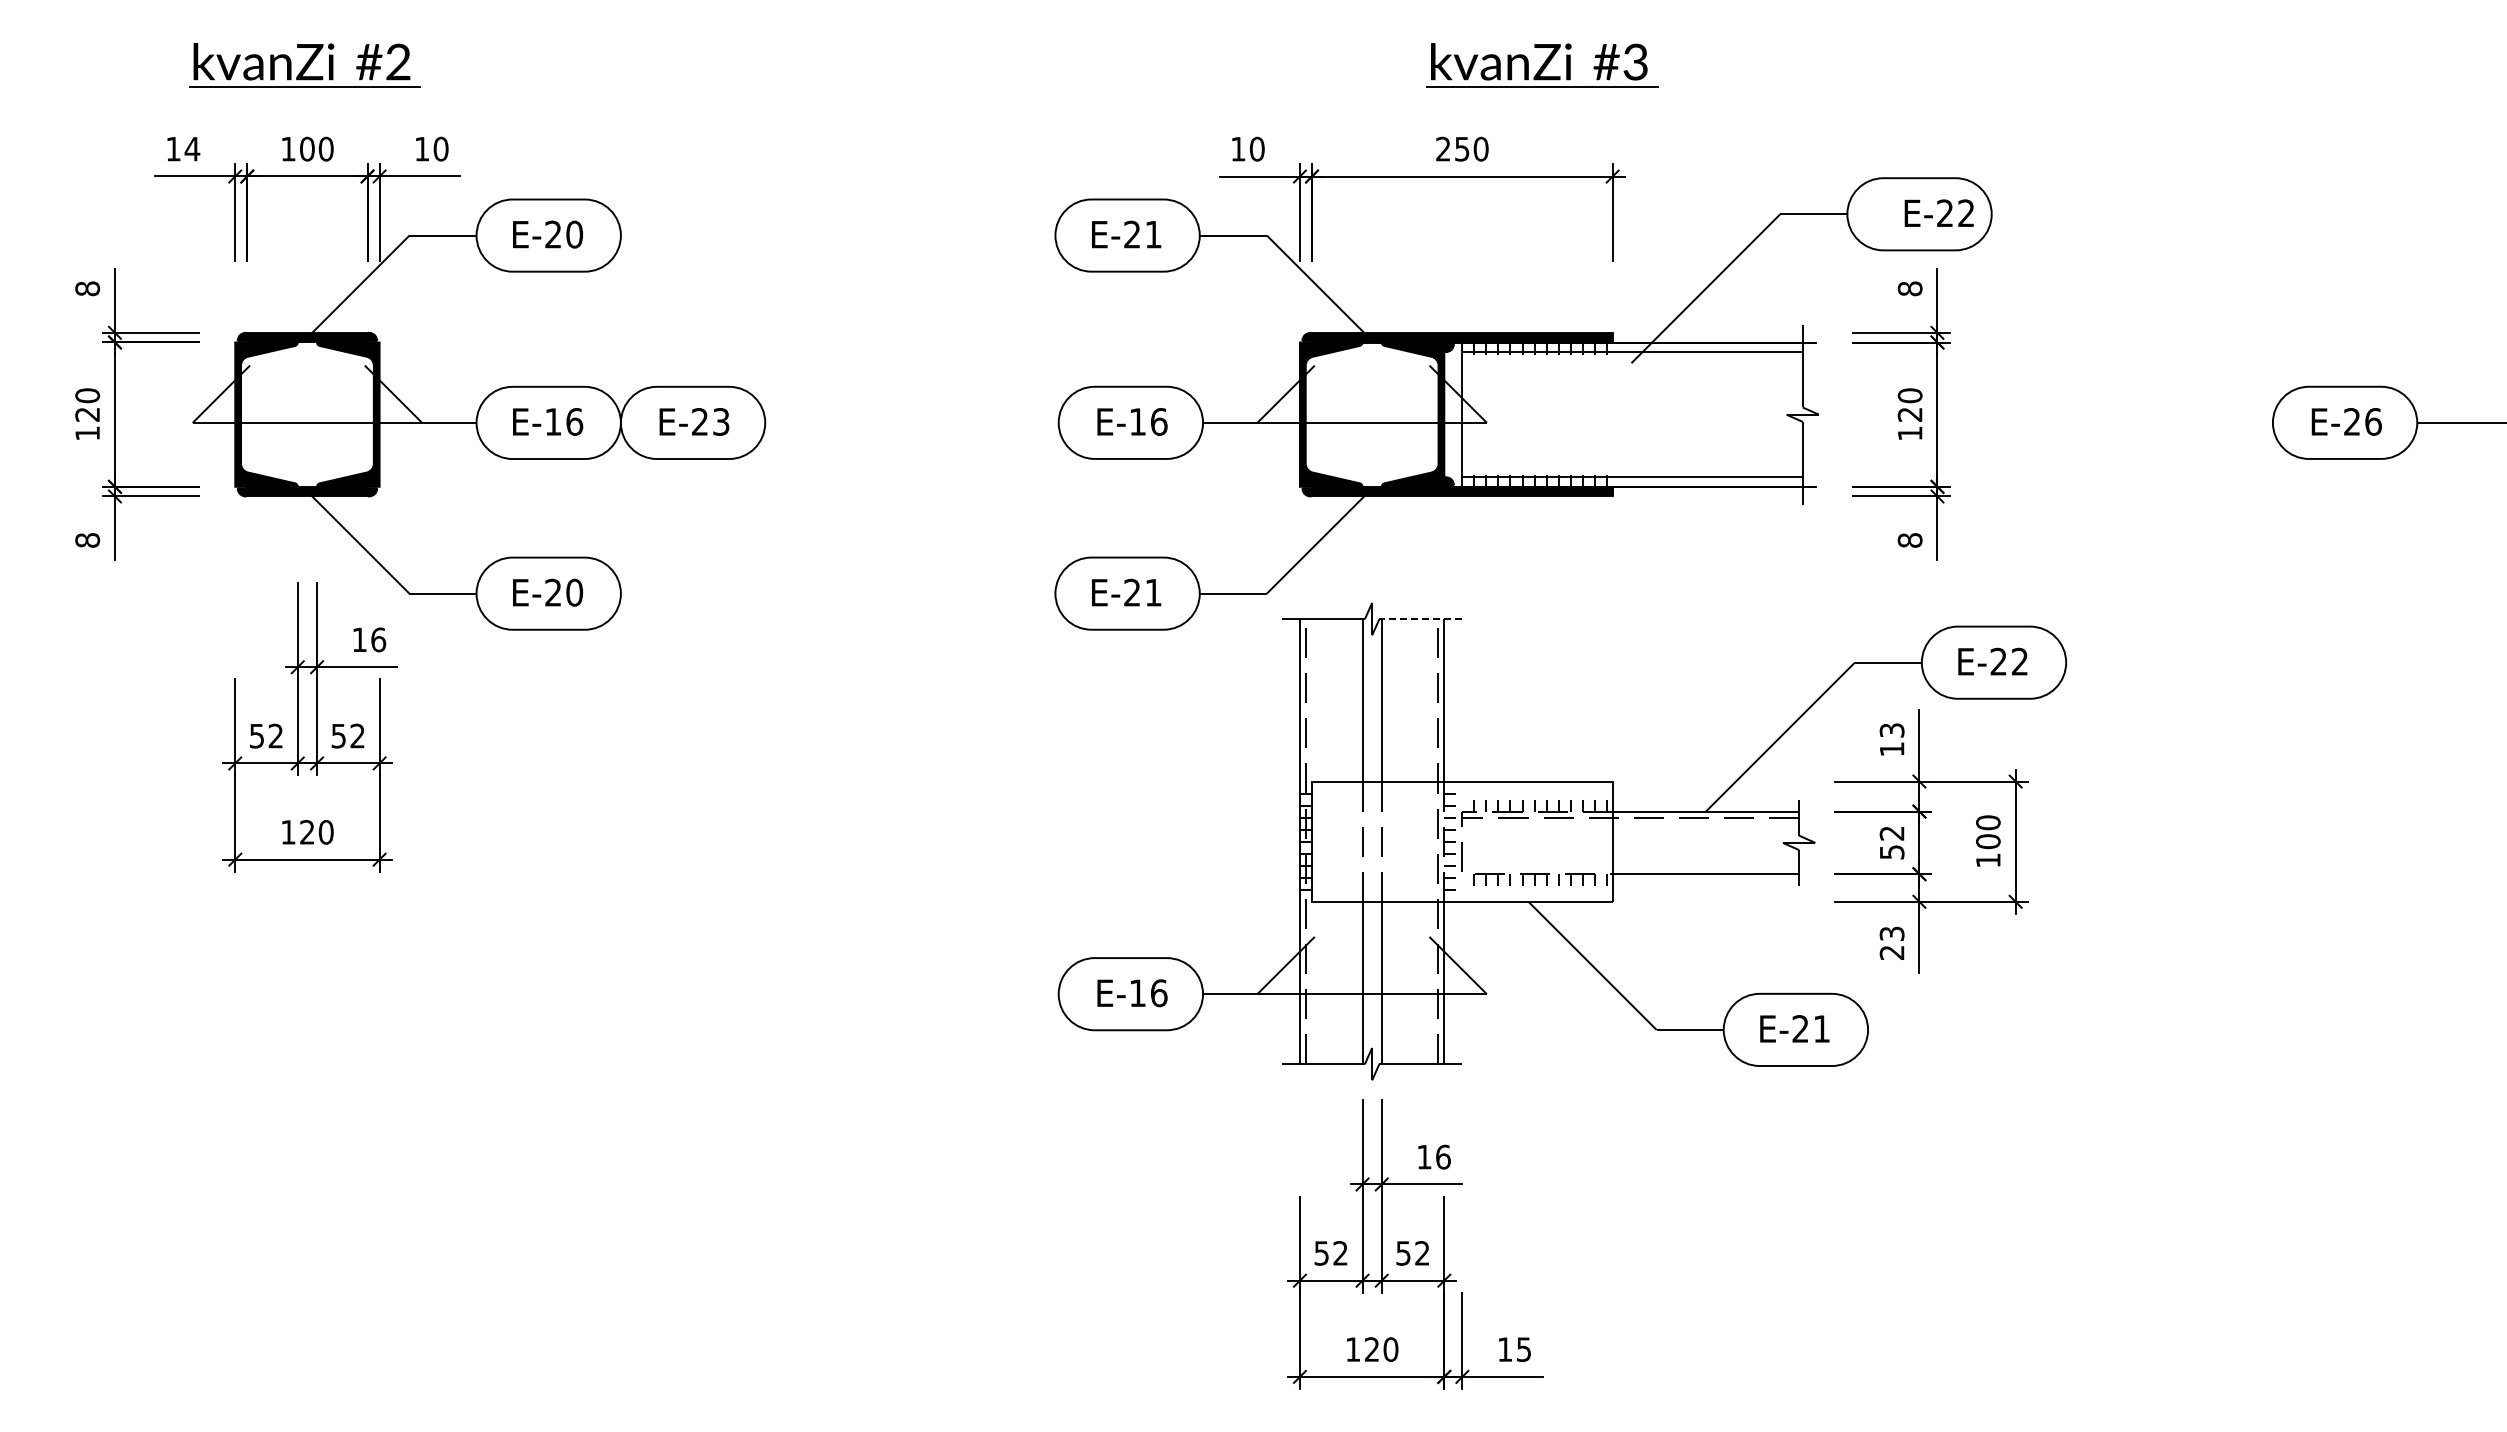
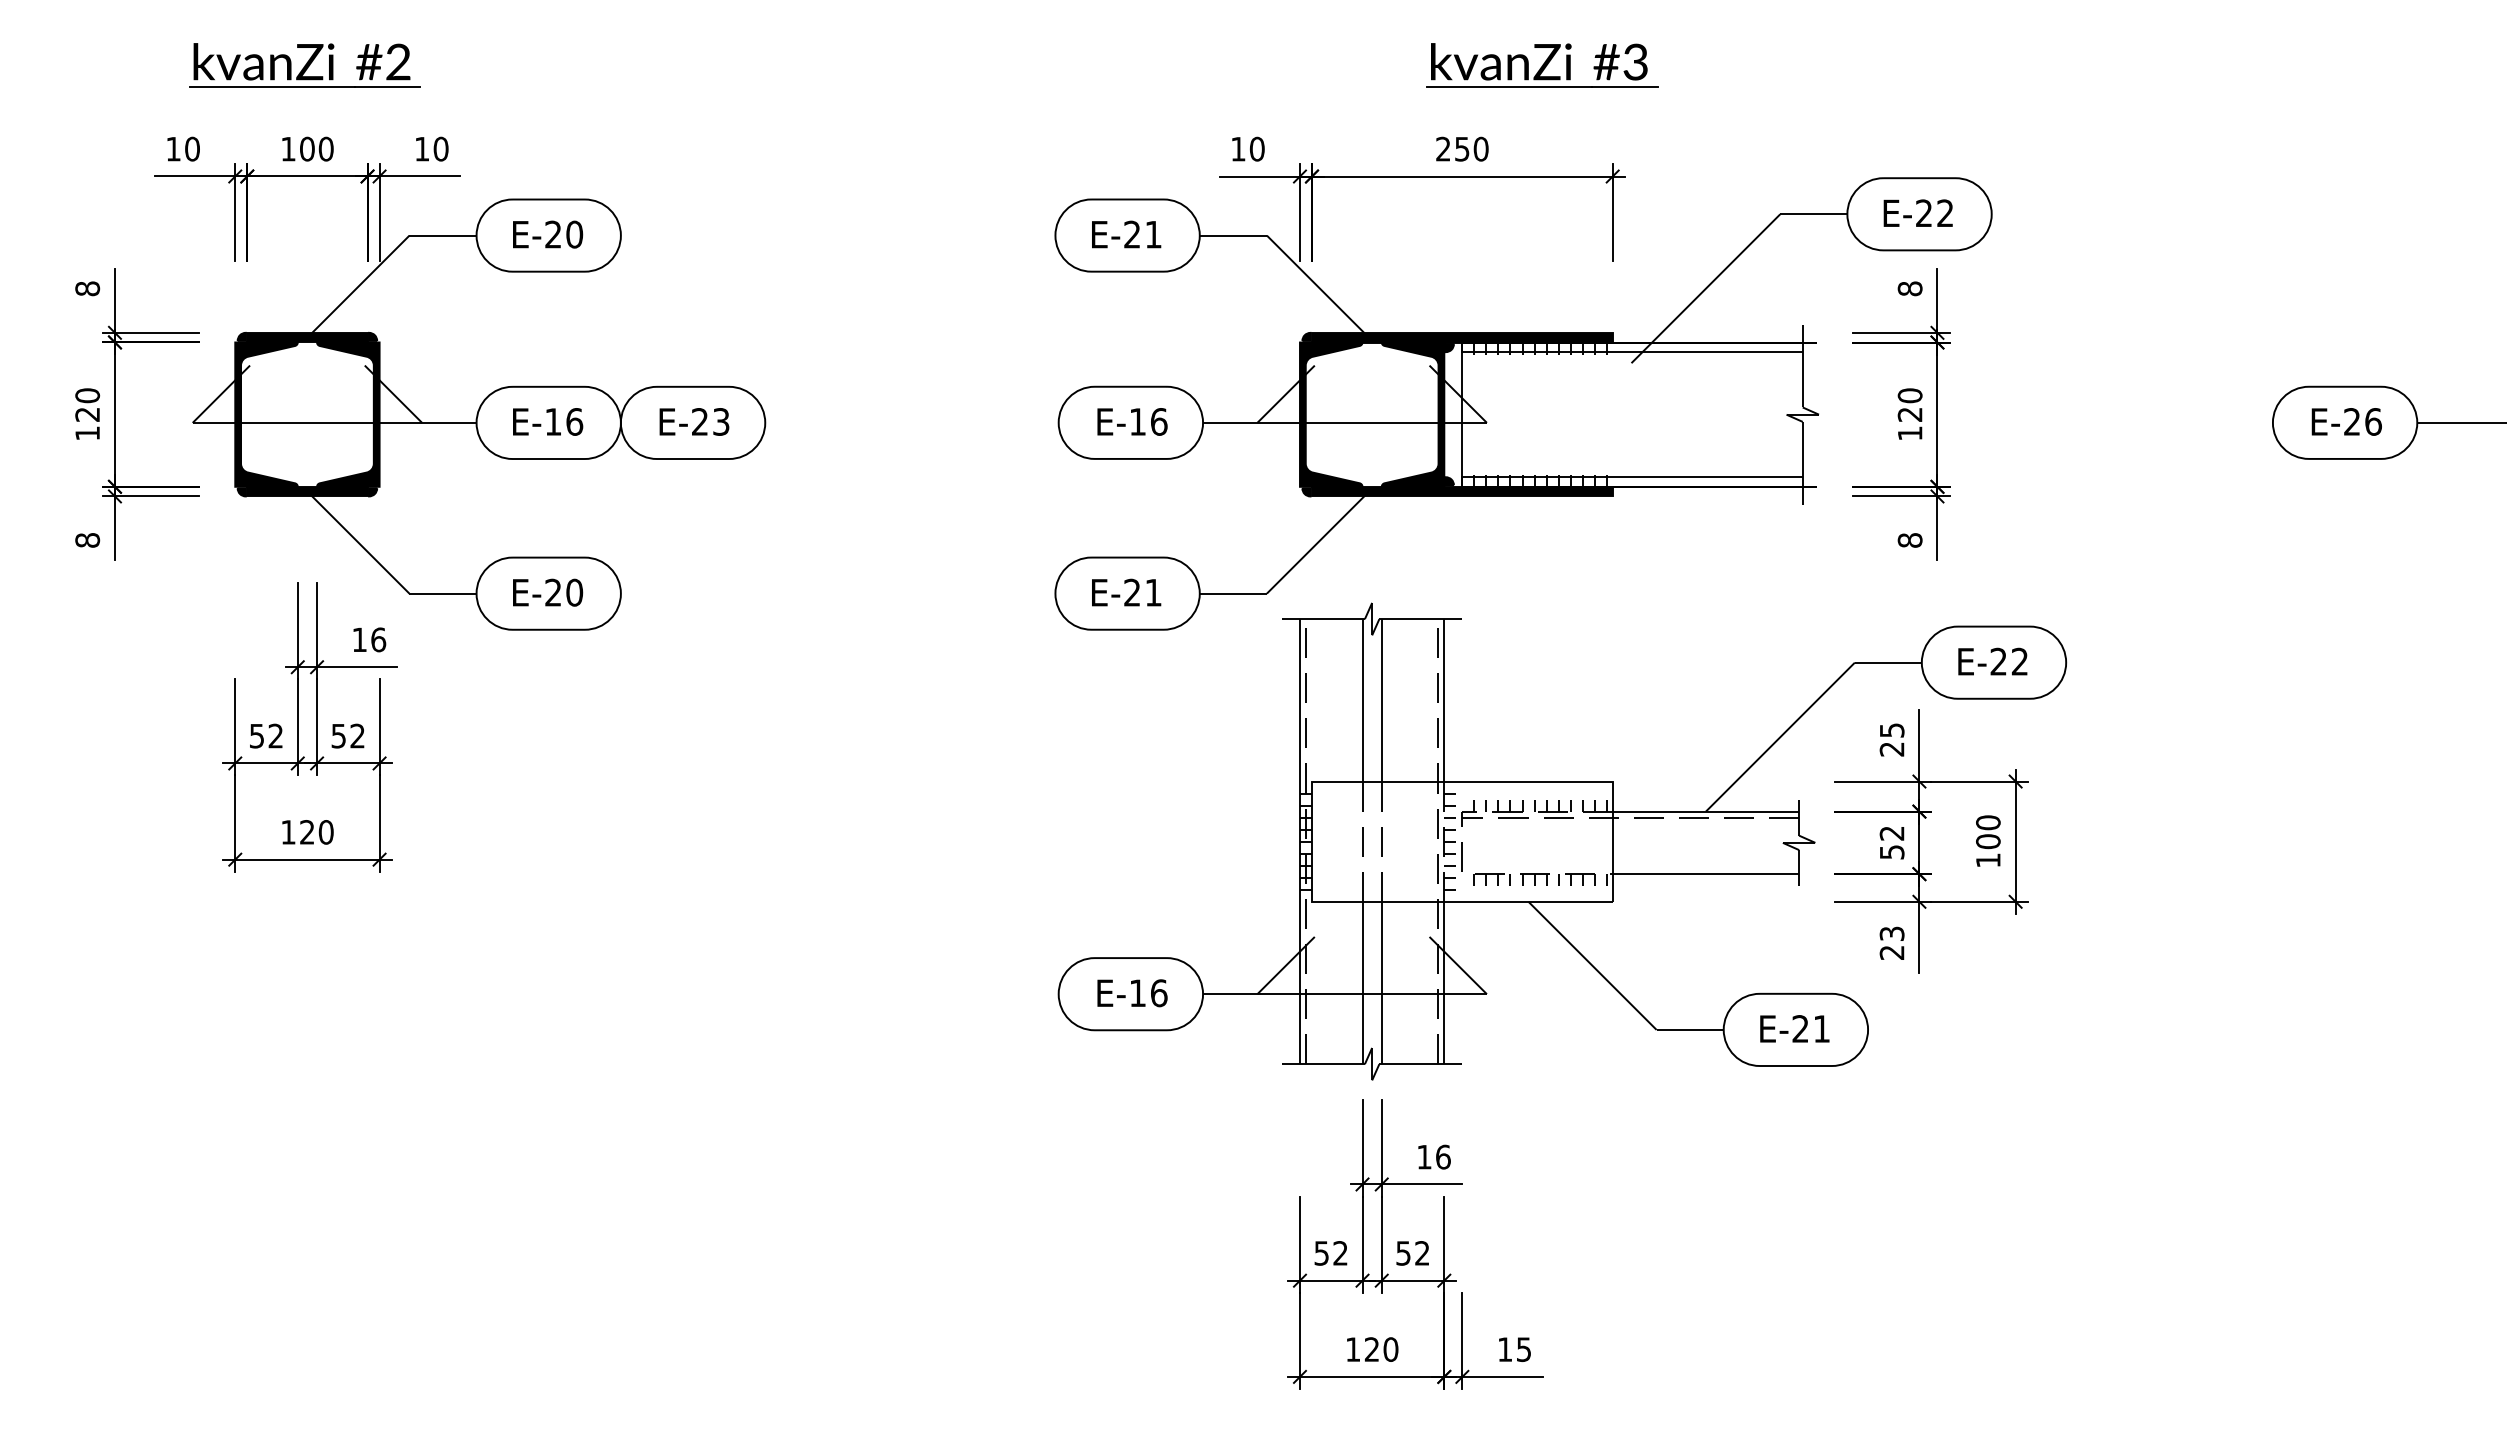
text at (192, 148): 14 -> 10
text at (1938, 212) position: (1938, 212) -> (1917, 212)
line at (1420, 619): dashed -> solid
text at (1891, 739): 13 -> 25
